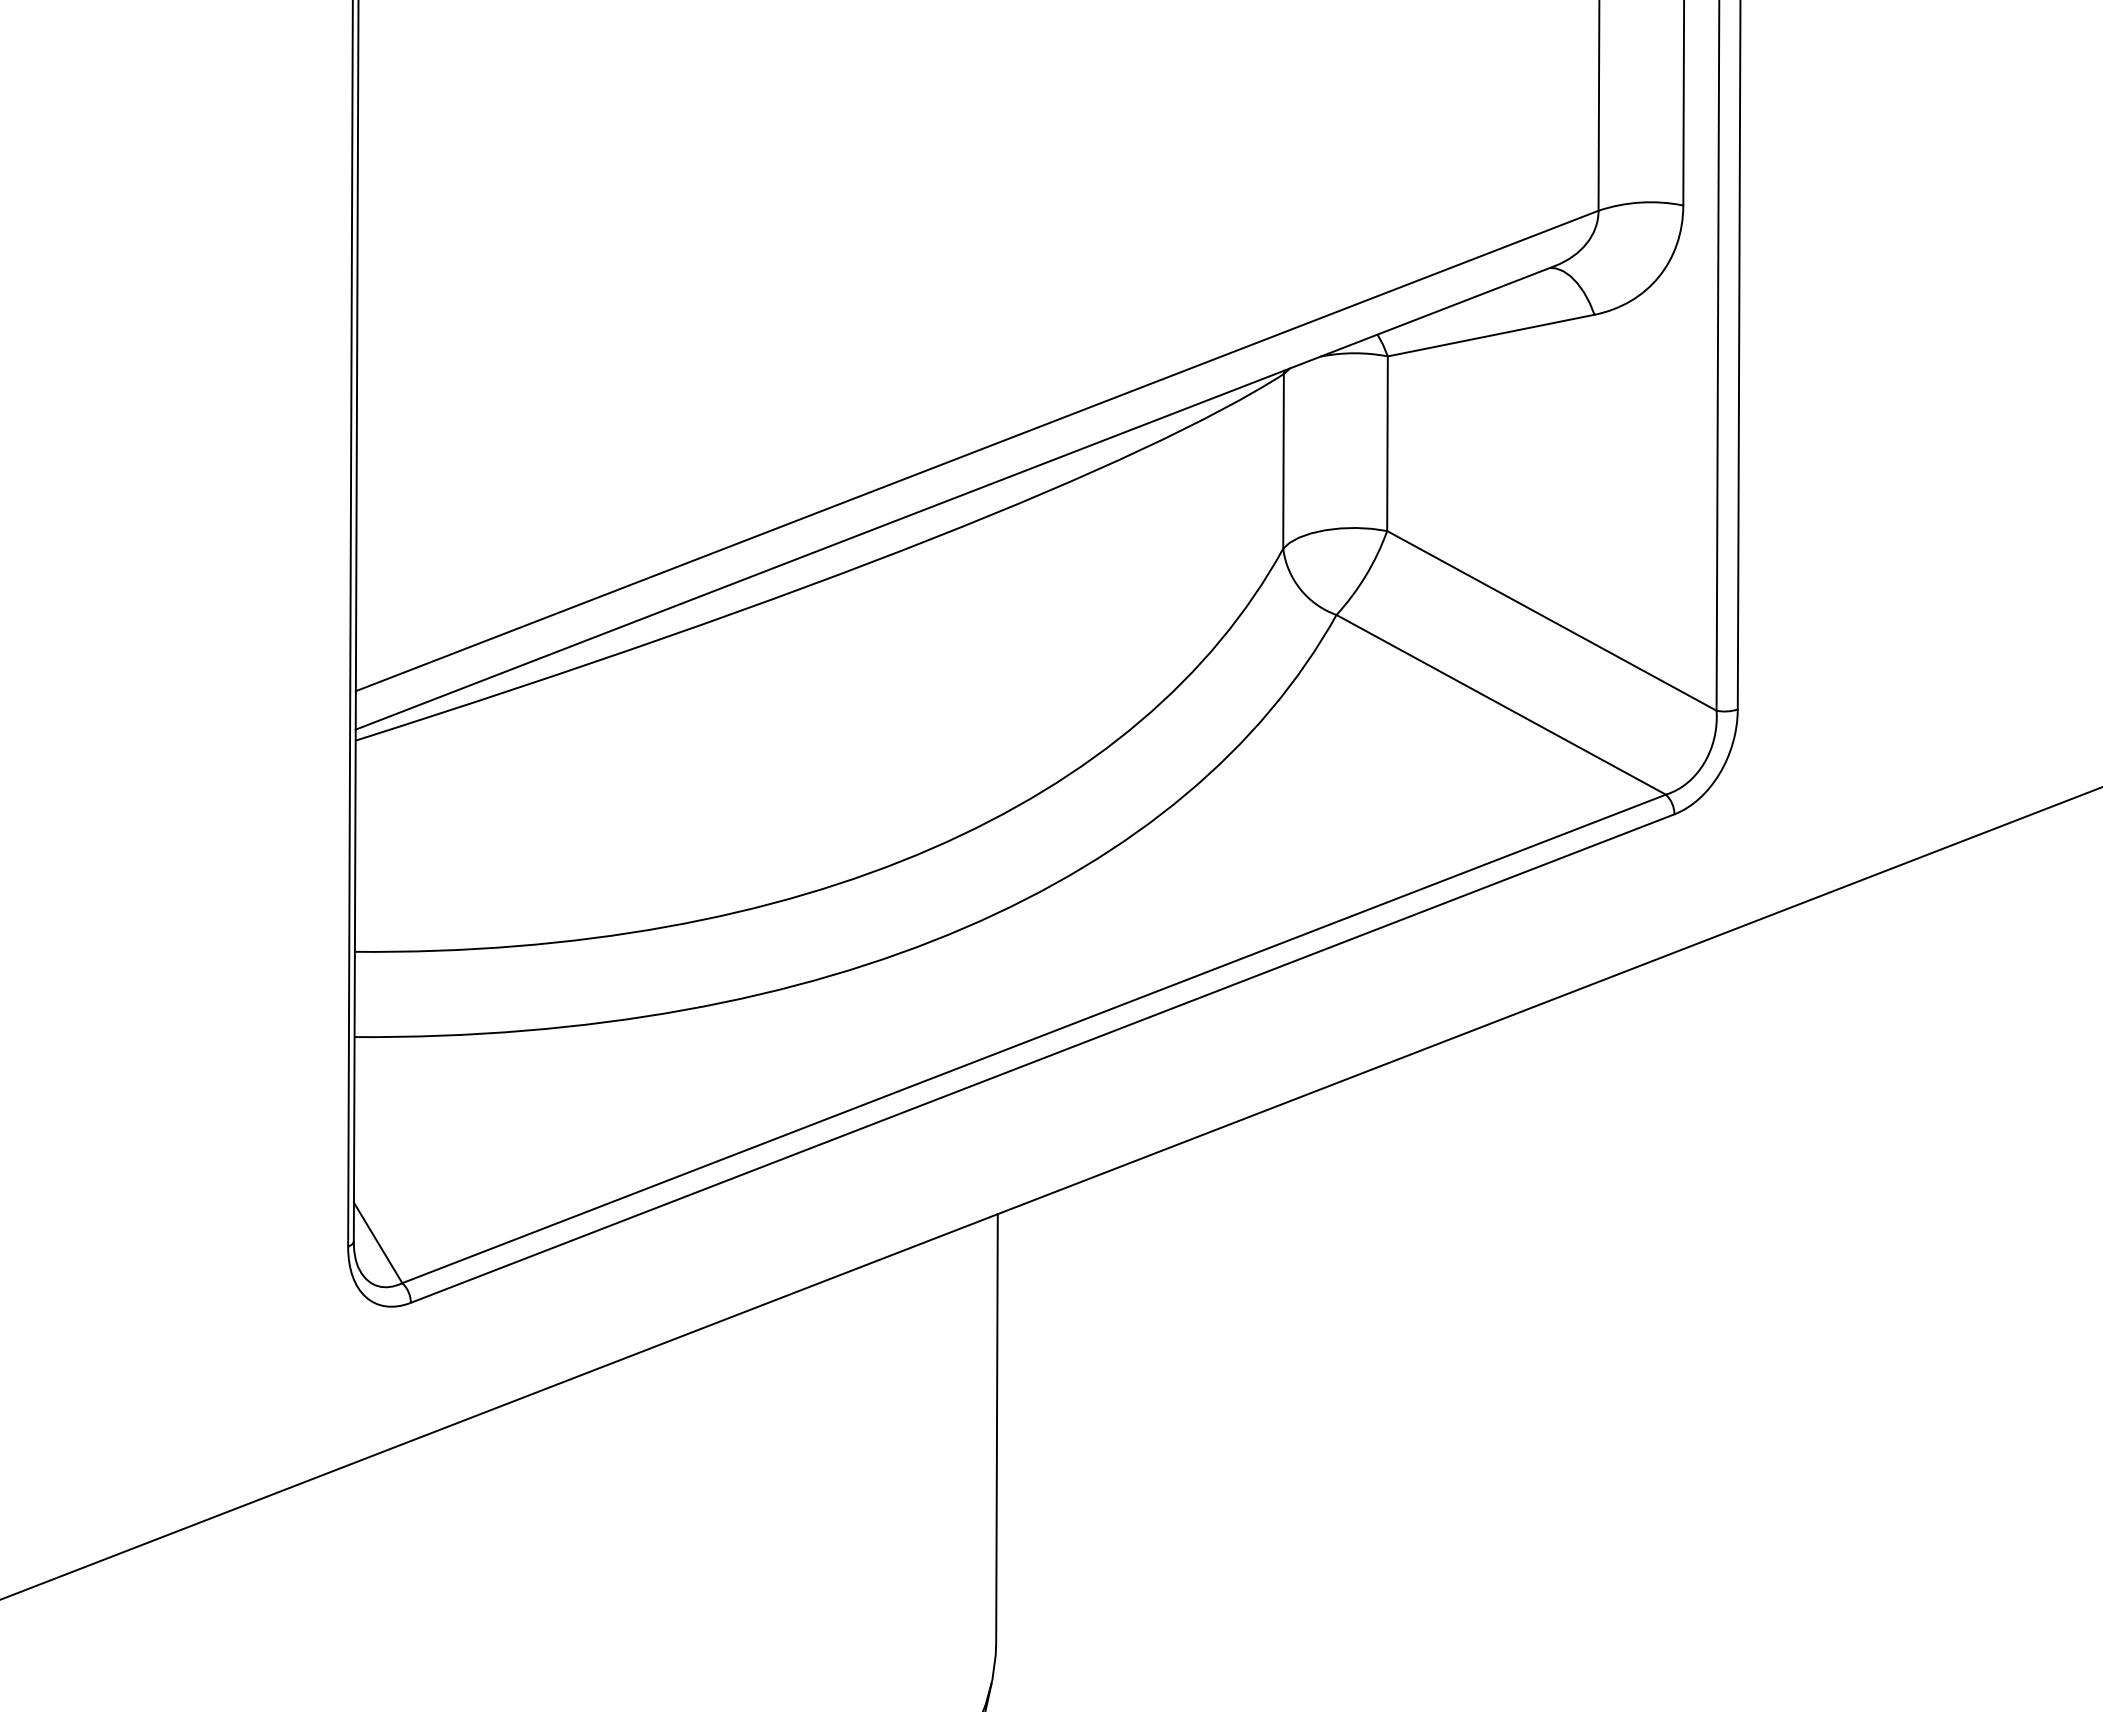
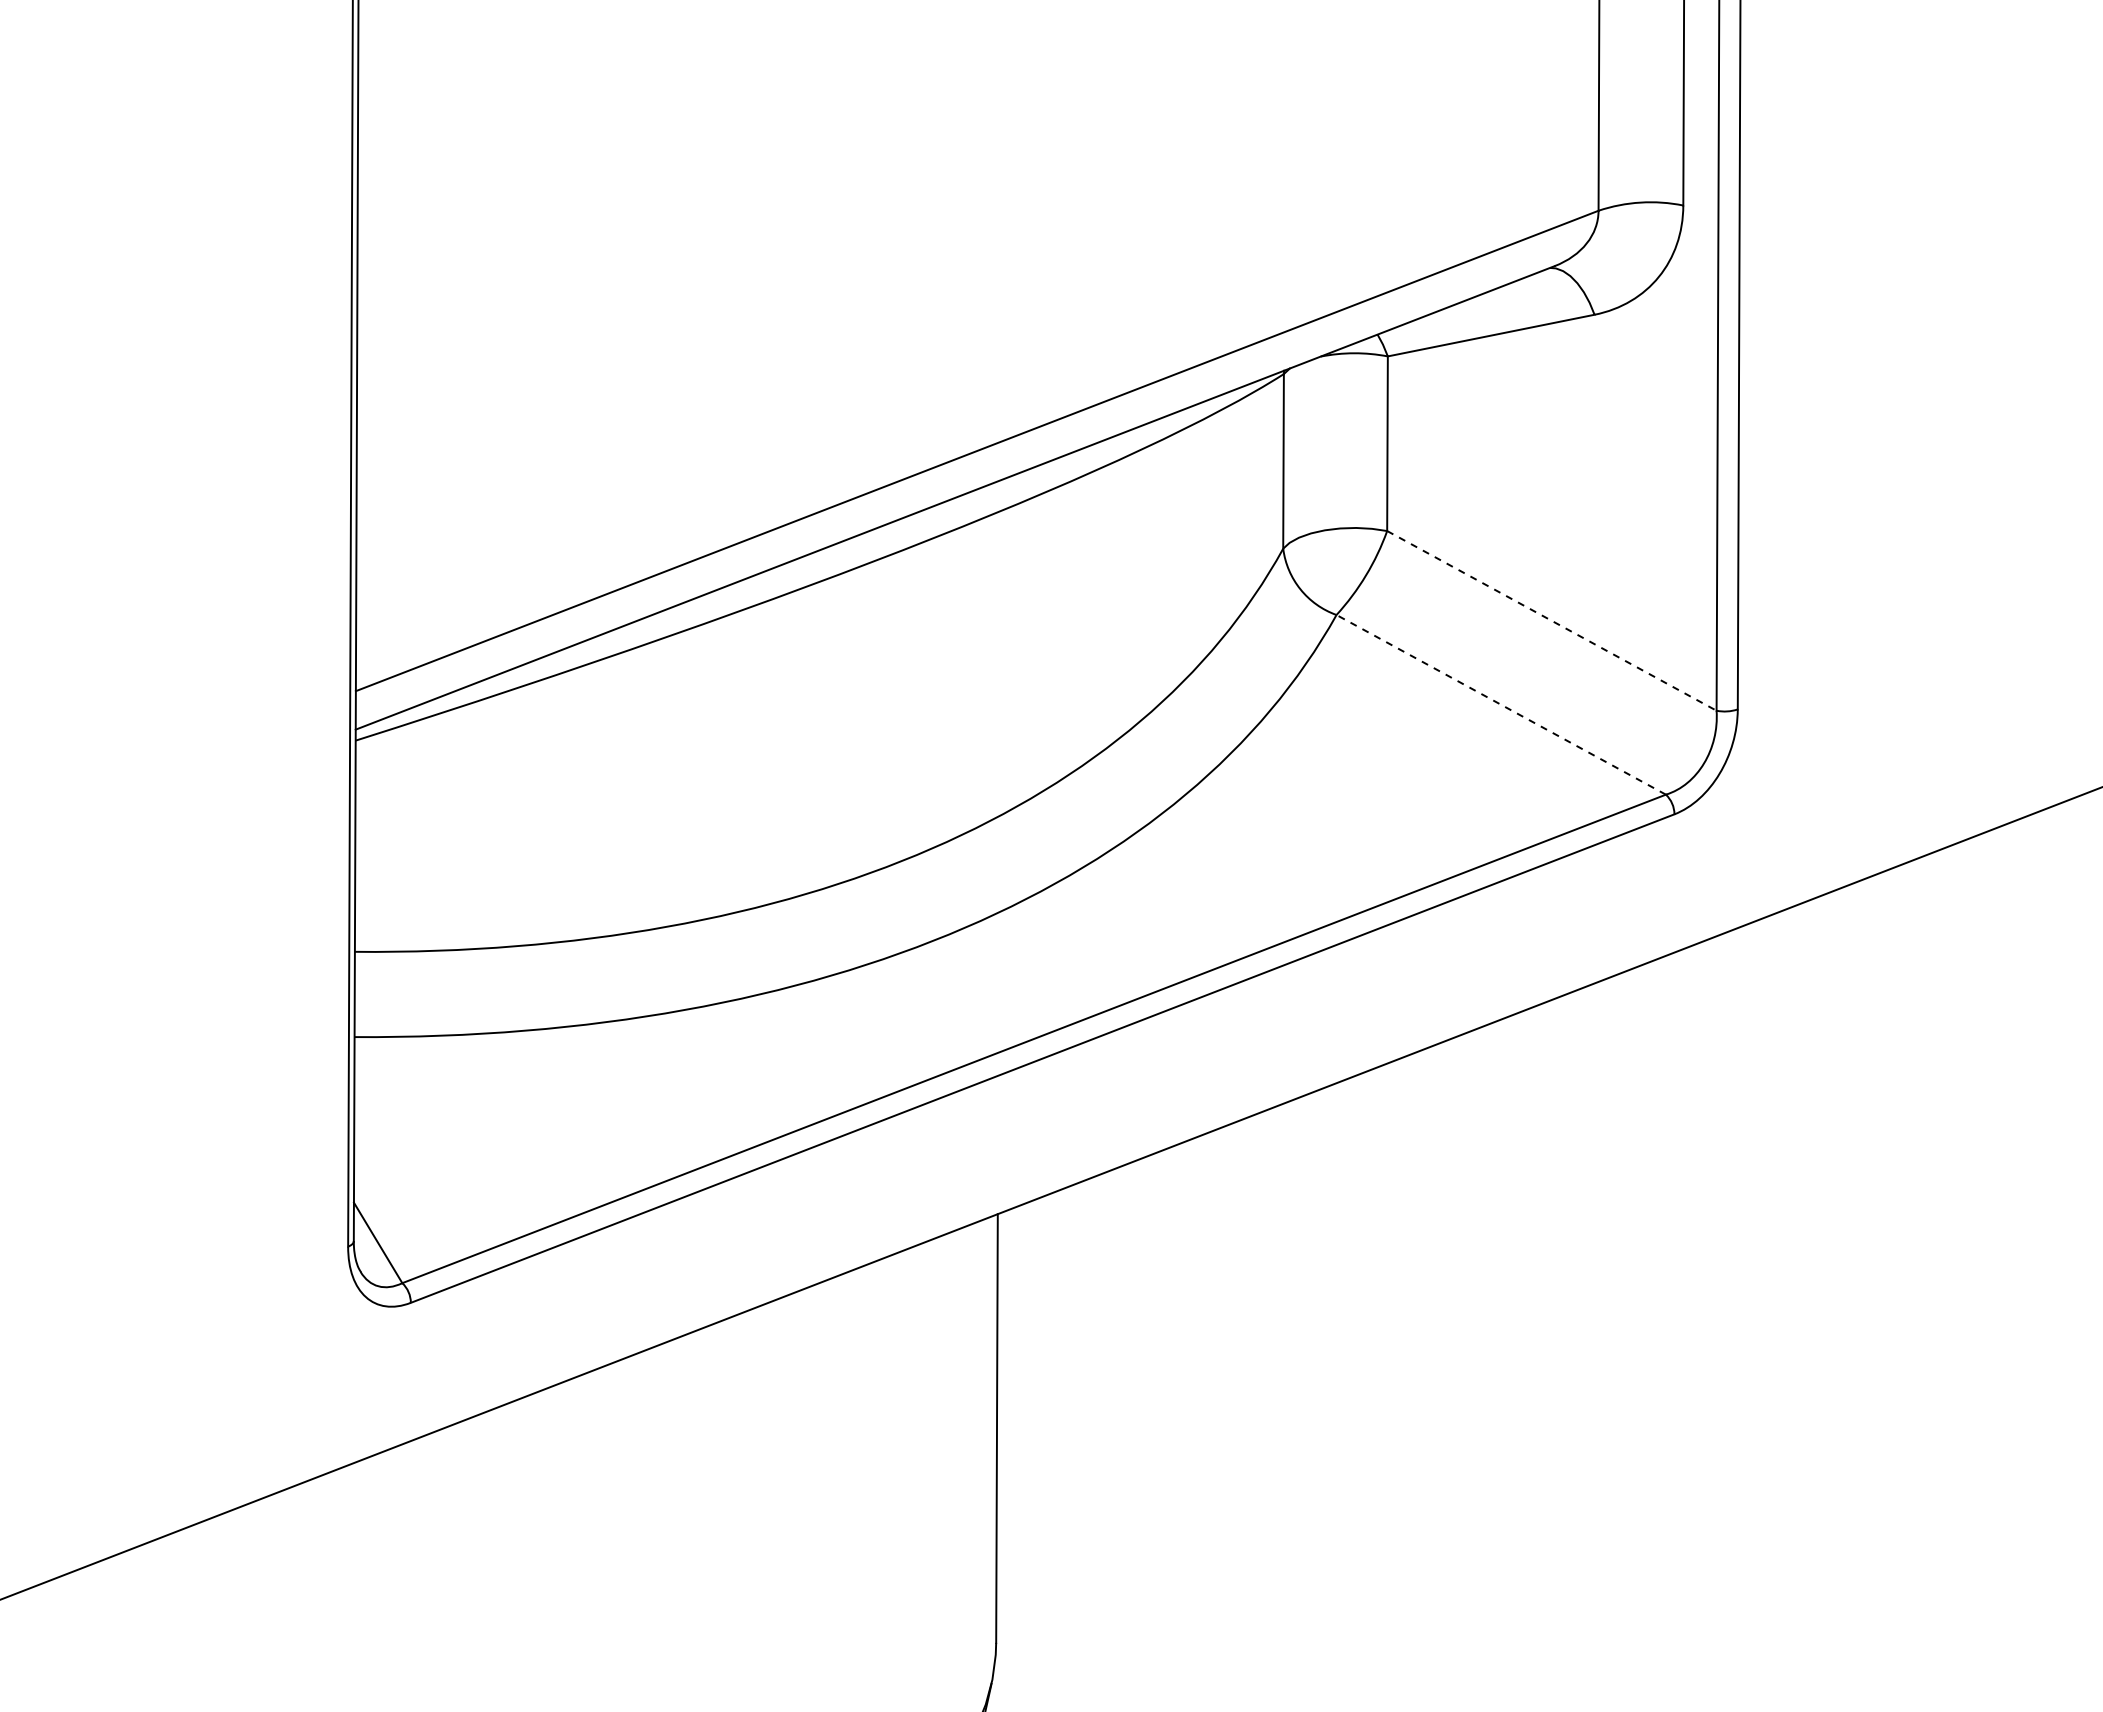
line at (1551, 620): solid -> dashed
line at (1501, 704): solid -> dashed
